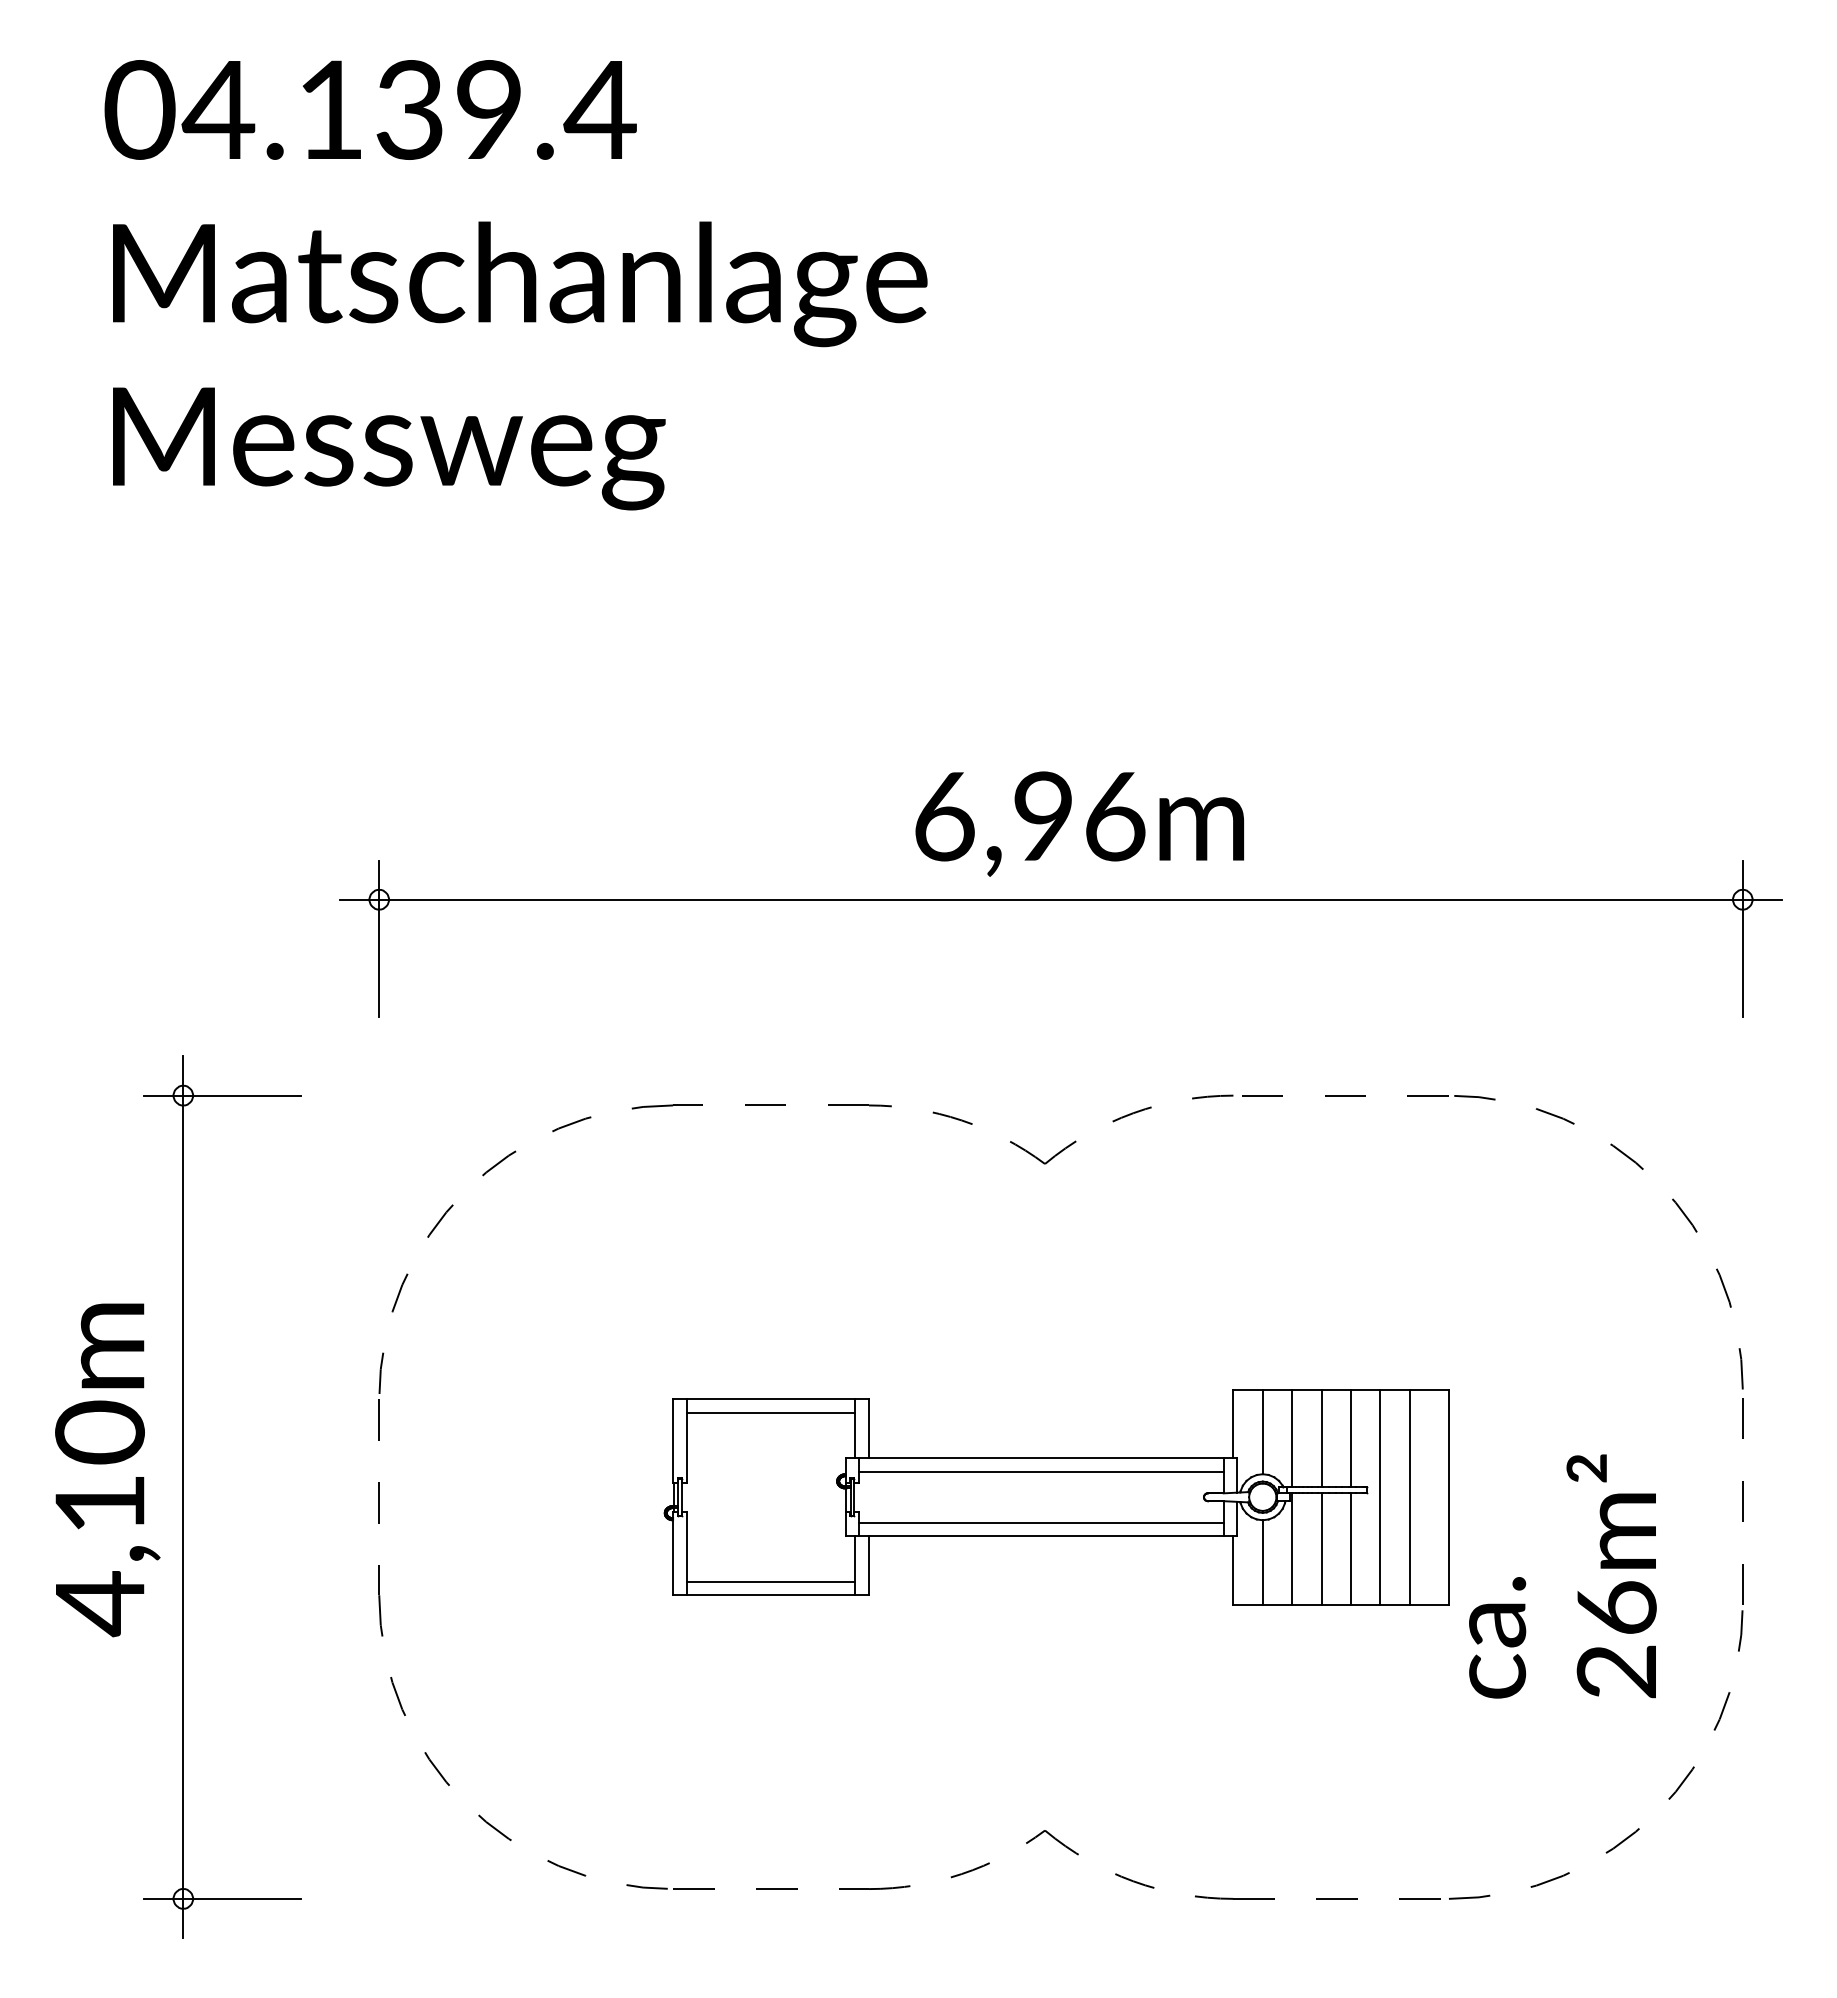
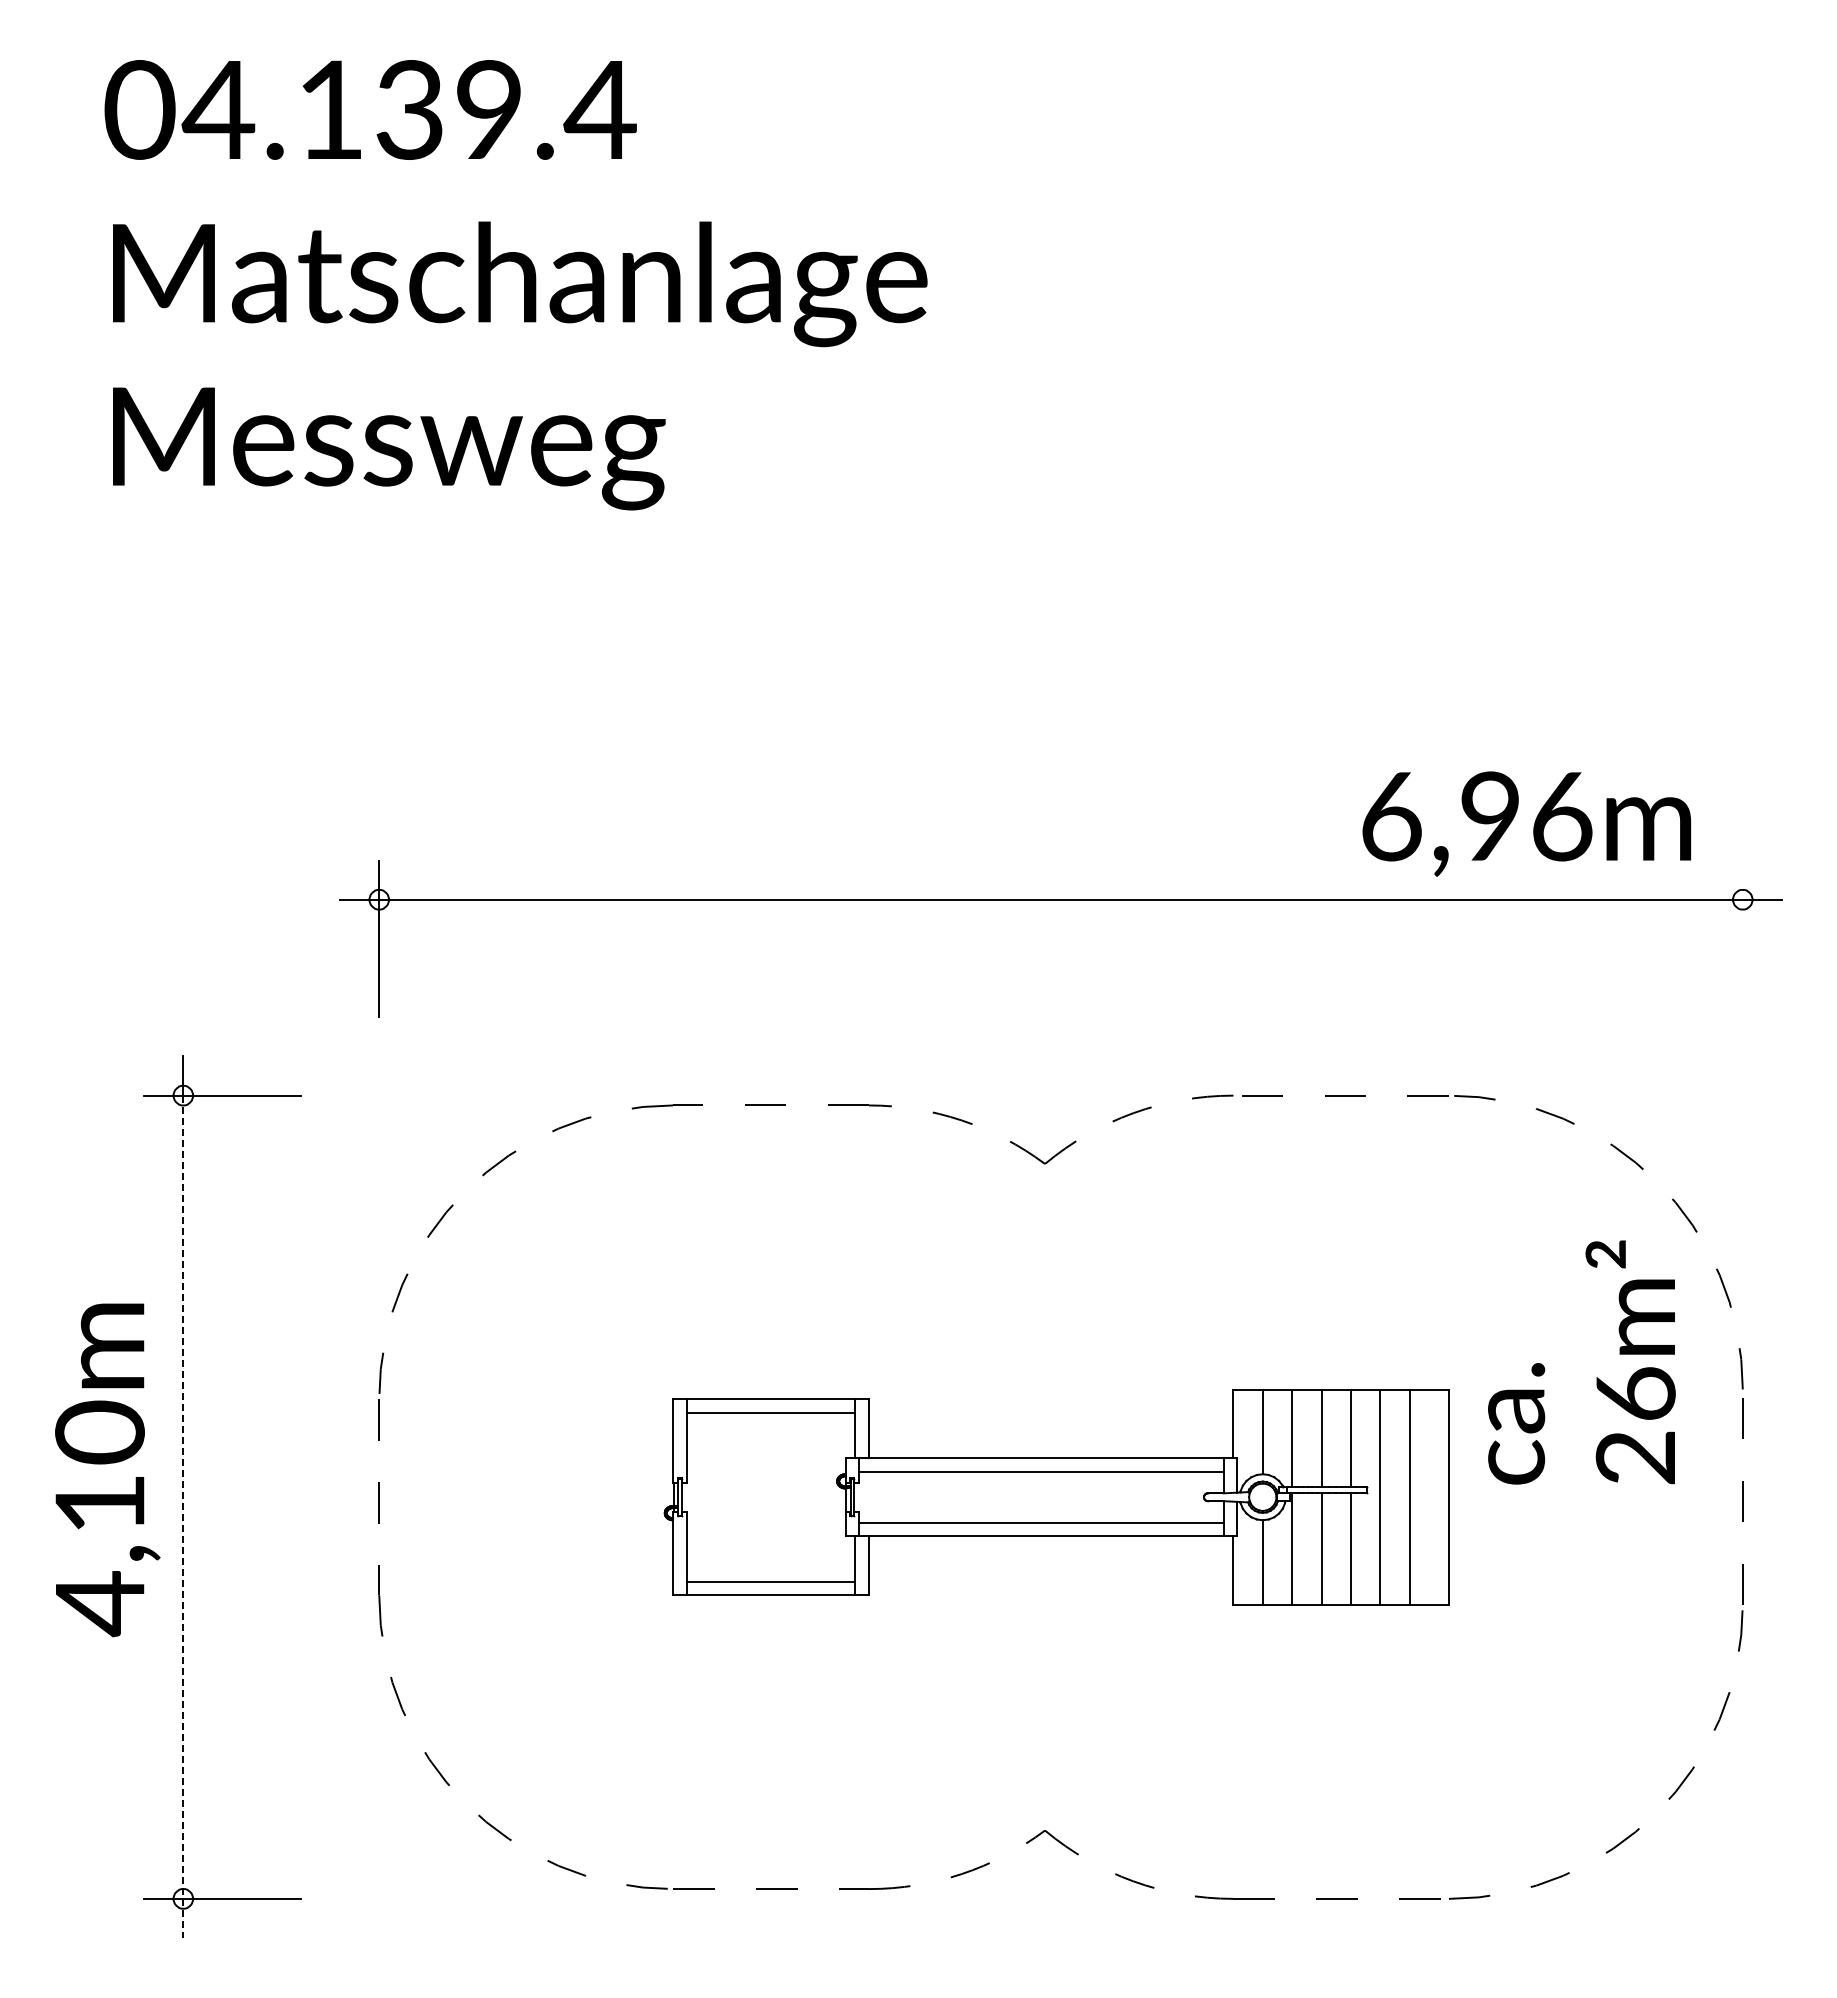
text at (1079, 823) position: (1079, 823) -> (1526, 823)
line at (1742, 938): present -> none
line at (183, 1517): solid -> dashed
text at (1562, 1576) position: (1562, 1576) -> (1581, 1362)
